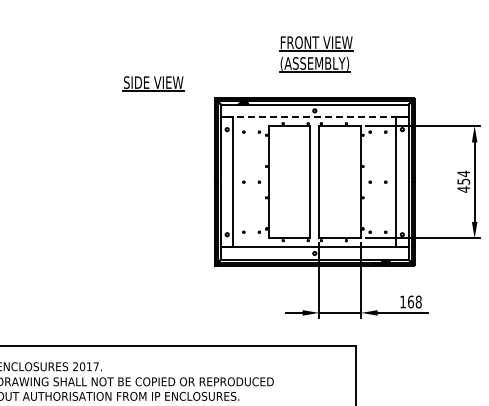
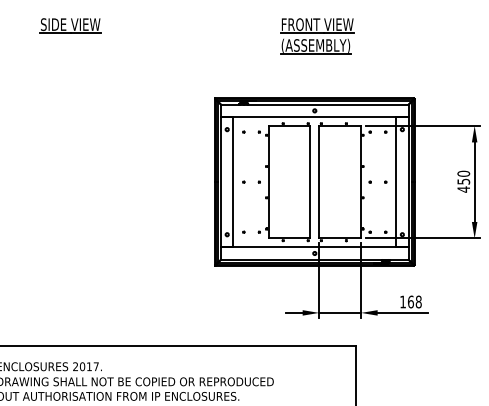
part at (316, 54) position: (316, 54) -> (317, 36)
part at (153, 83) position: (153, 83) -> (70, 25)
line at (314, 117): dashed -> solid
text at (463, 173): 454 -> 450
